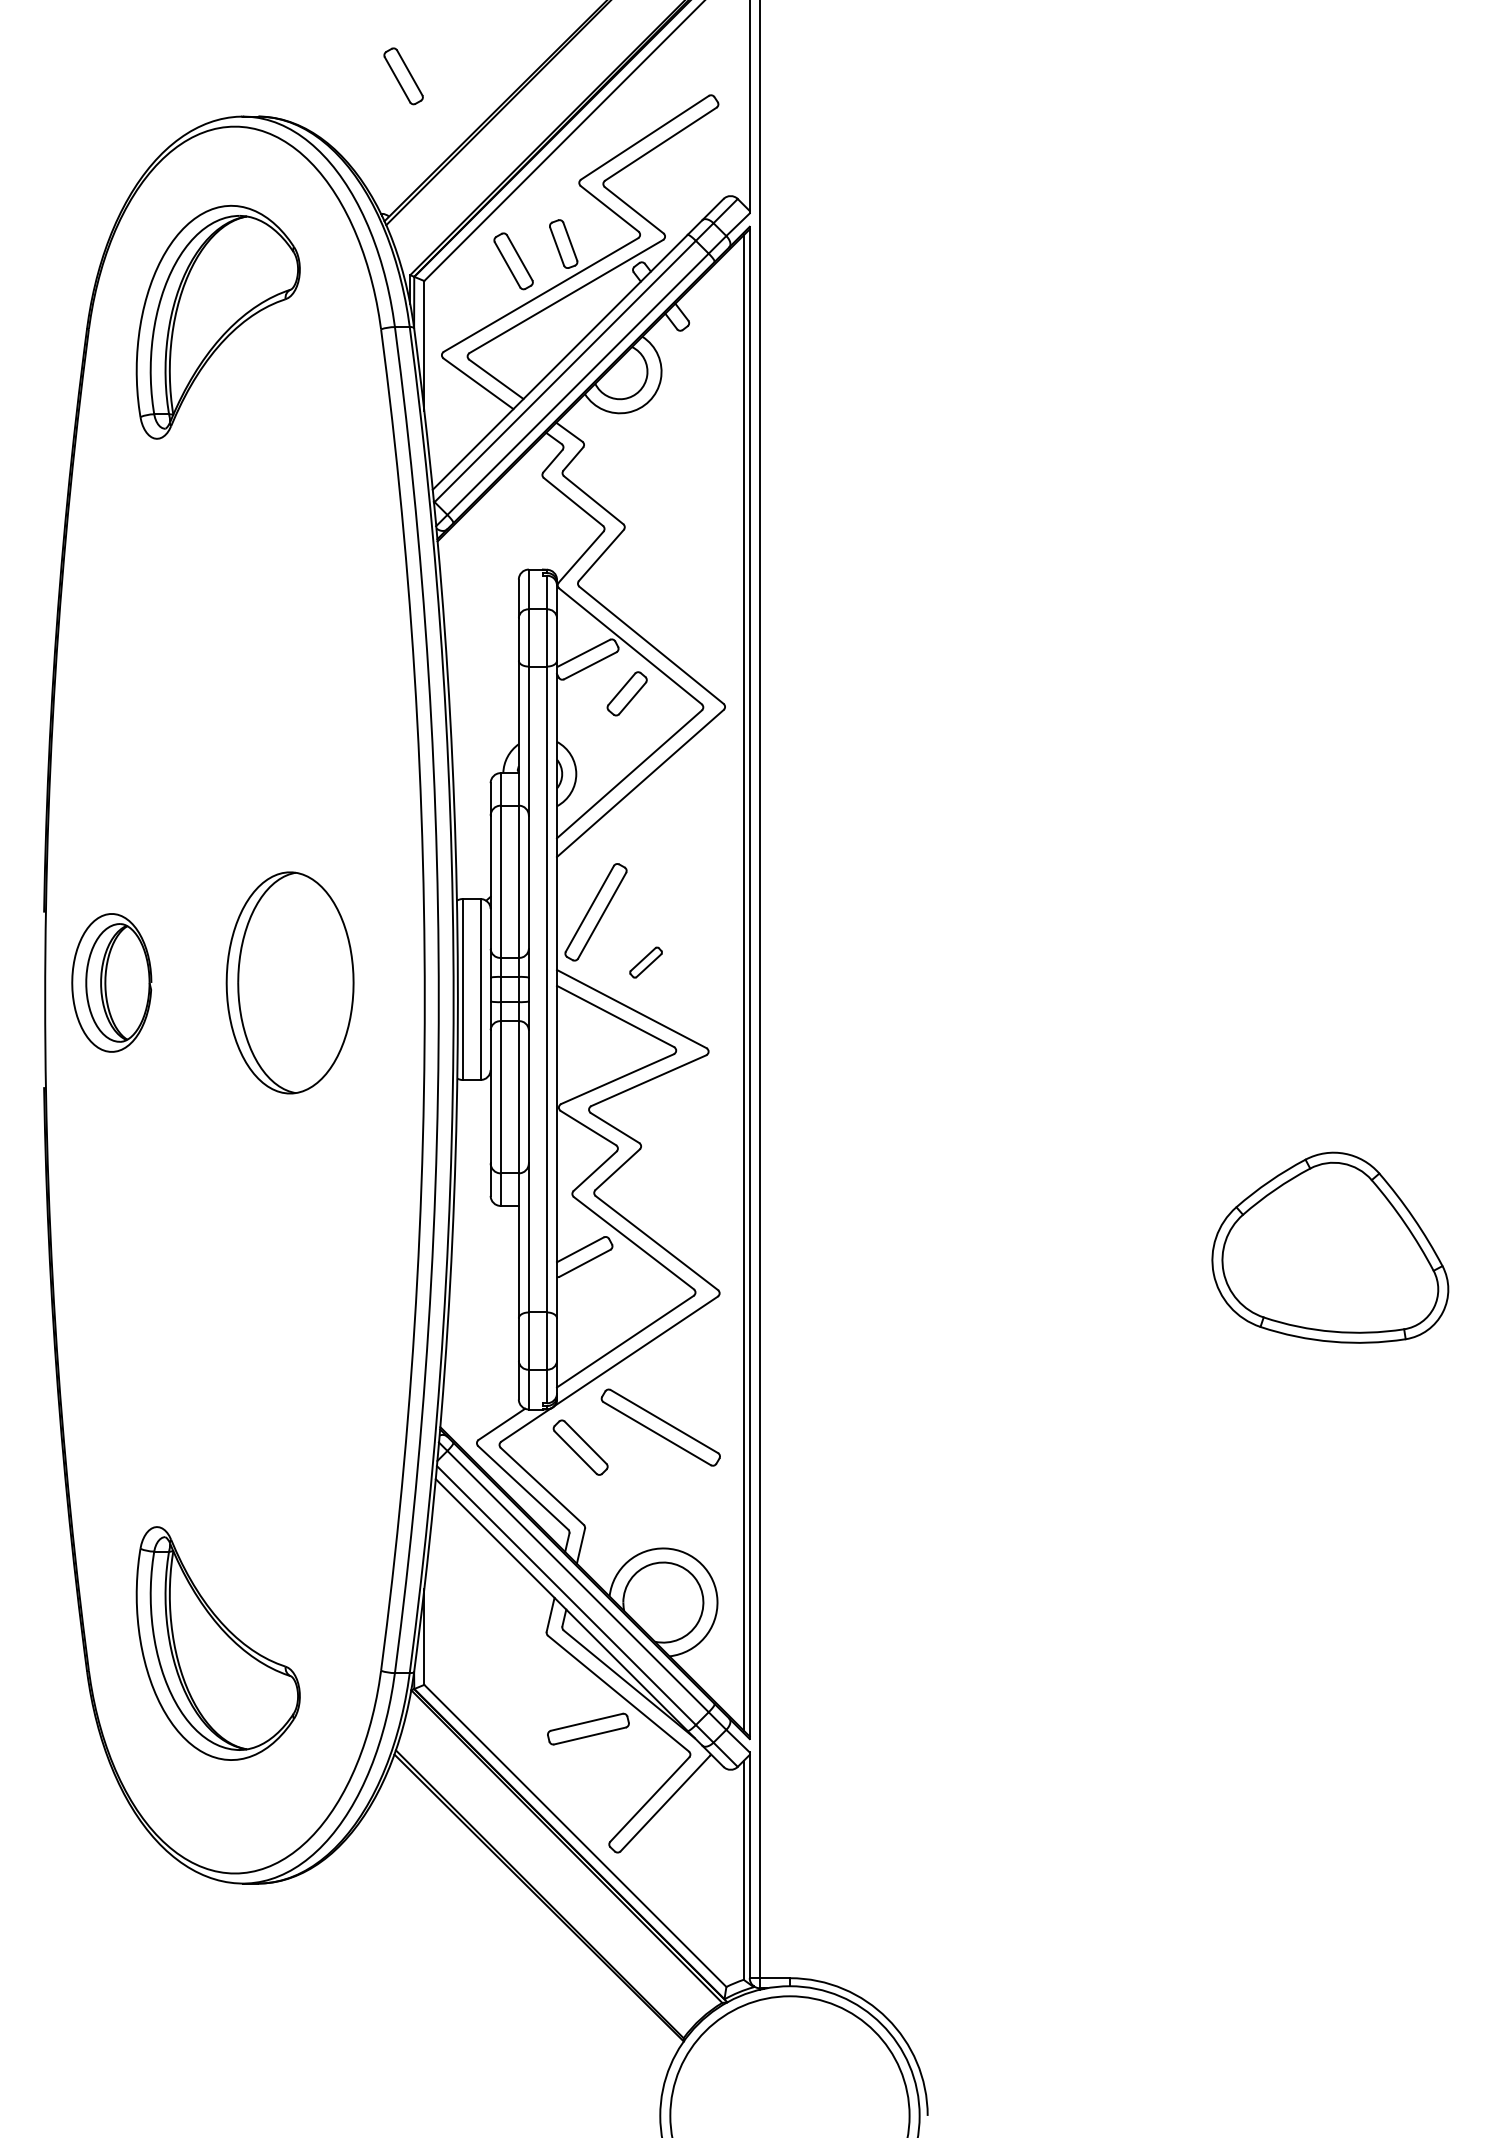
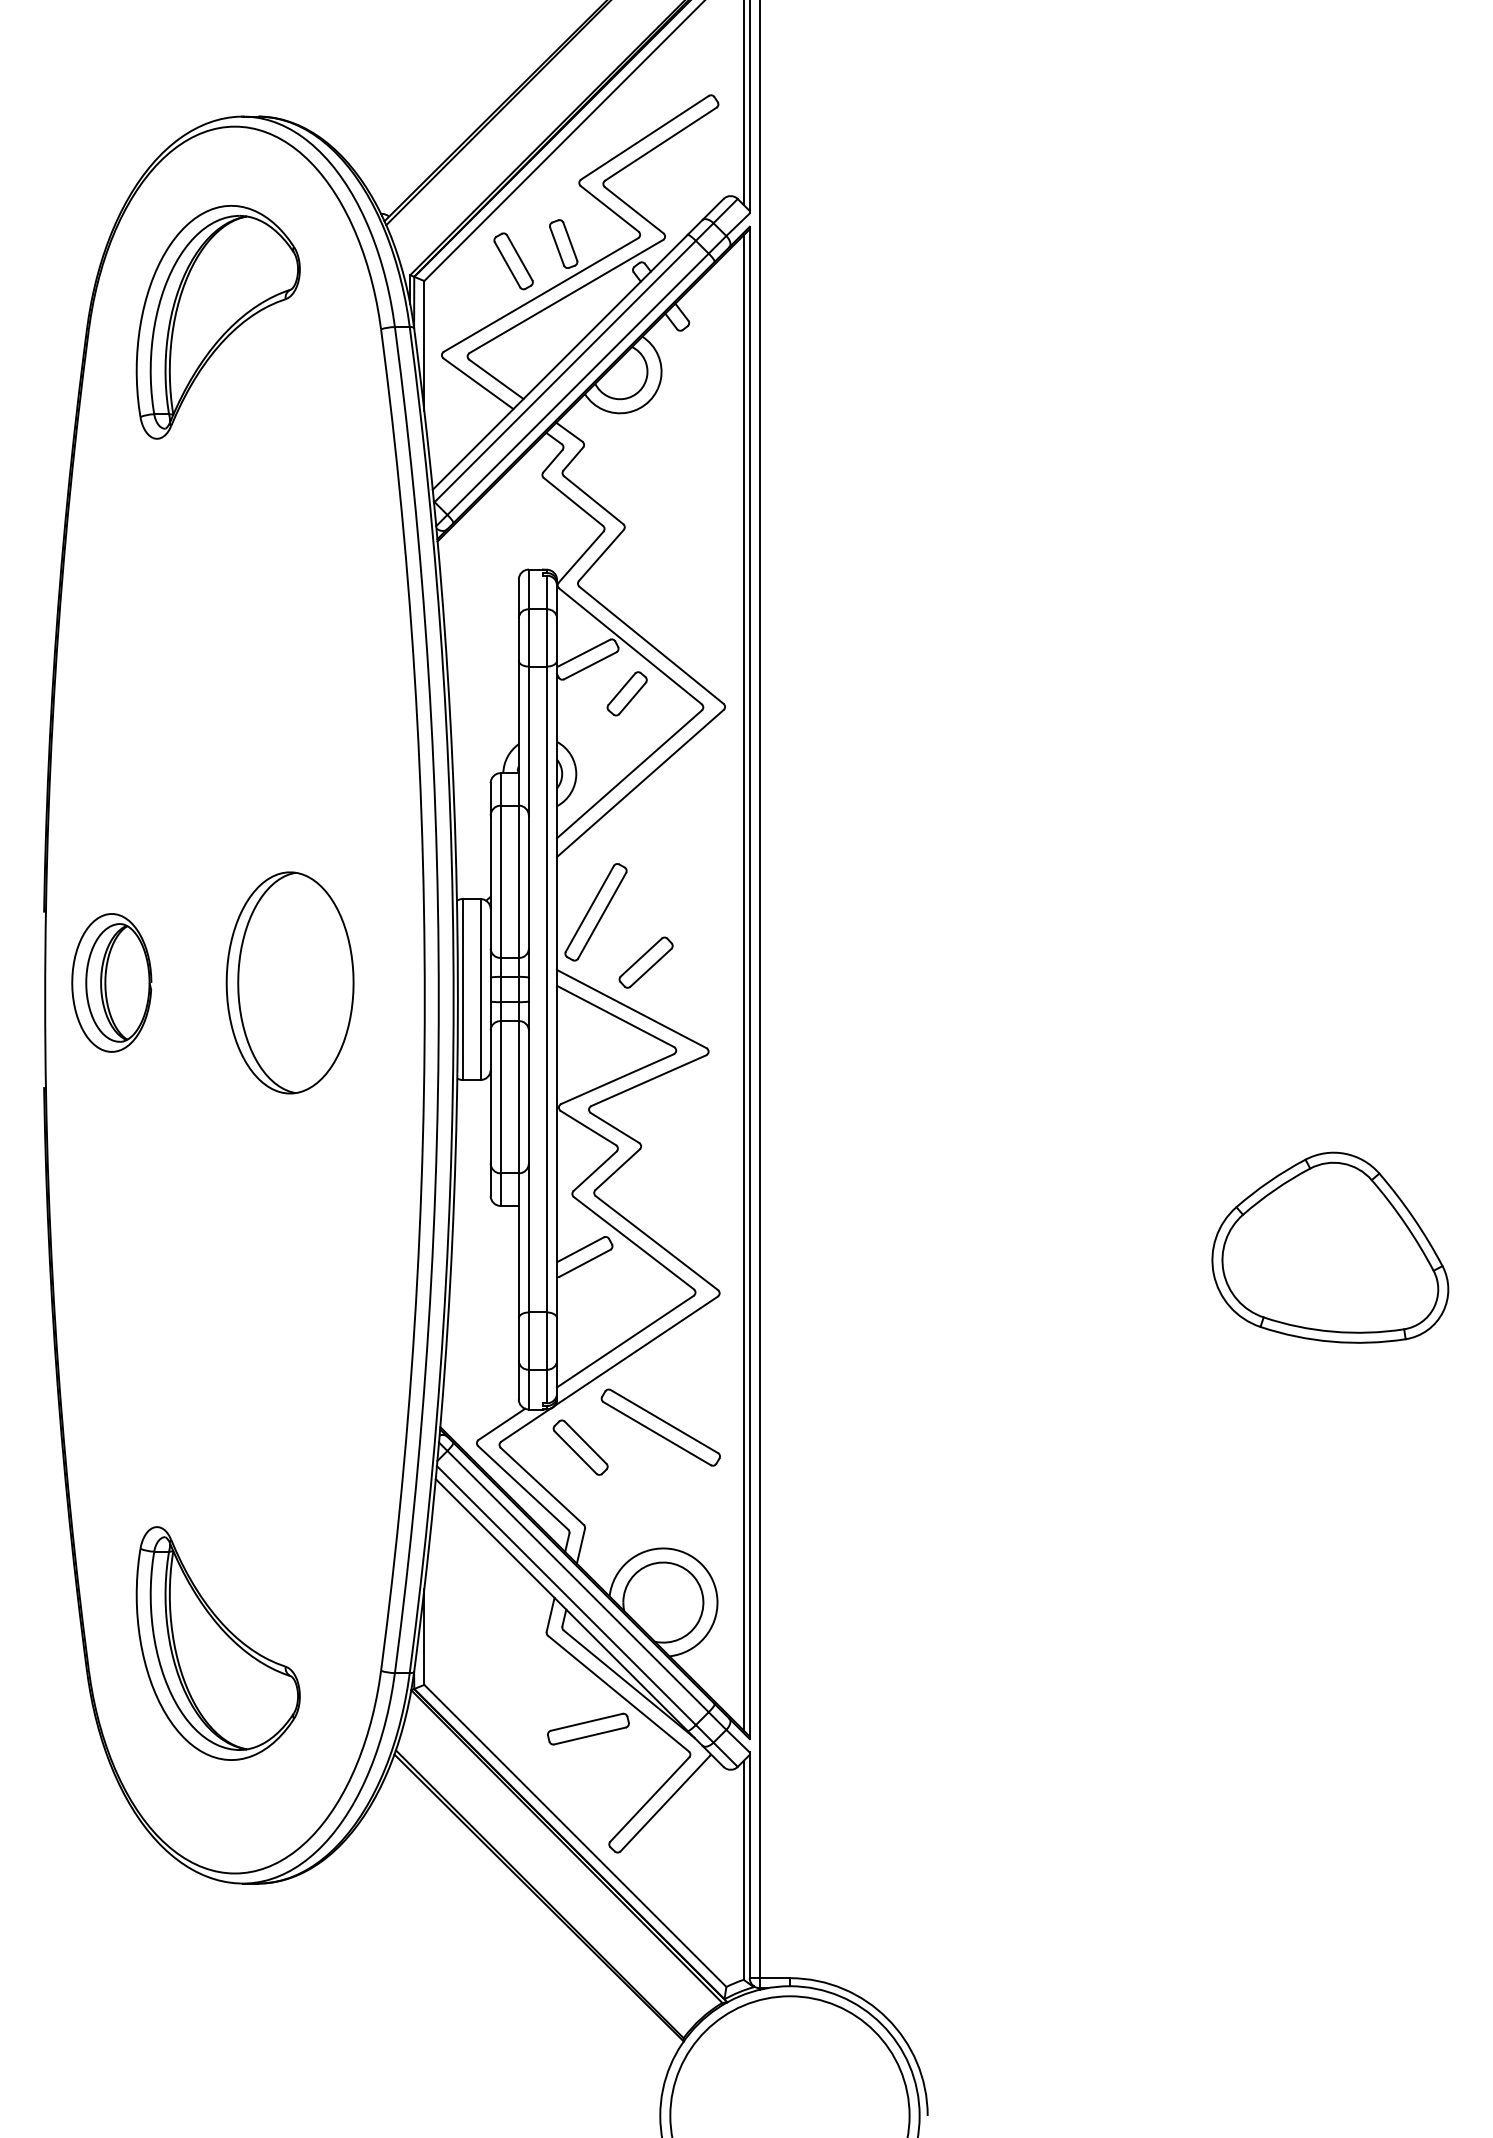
part at (403, 76): present -> none
line at (743, 103): none -> present
part at (645, 962) size: 34x33 px -> 56x53 px
